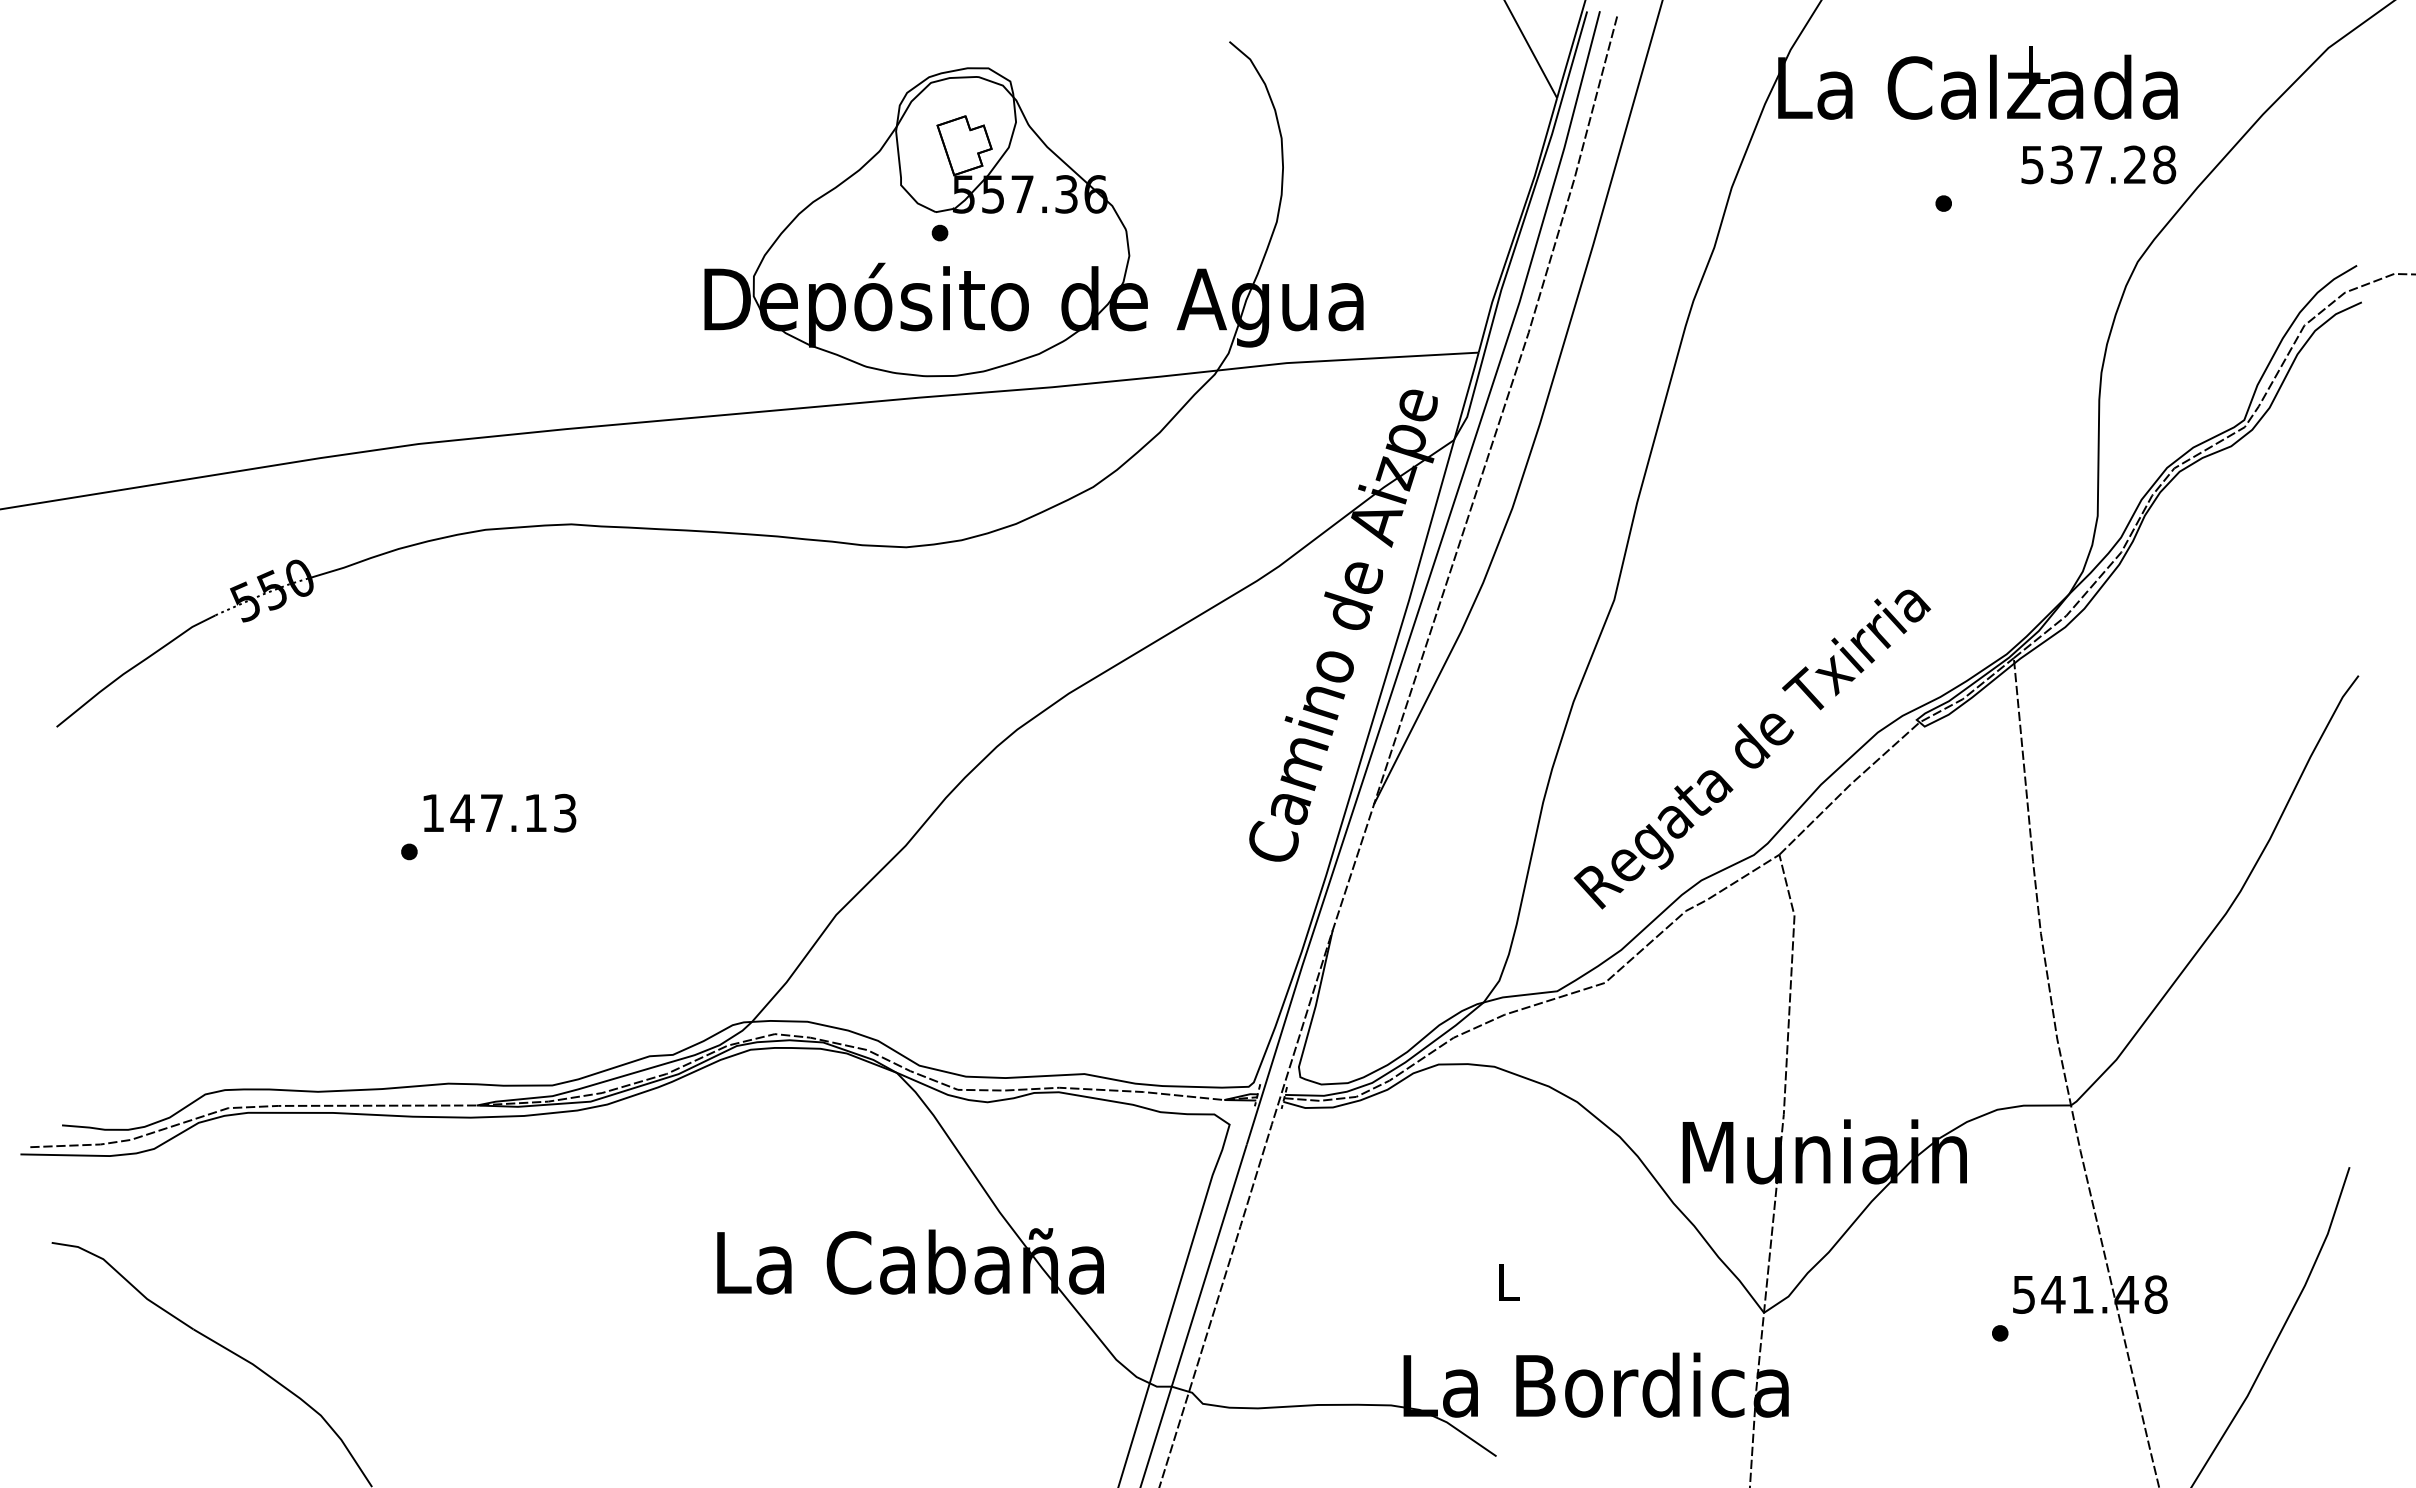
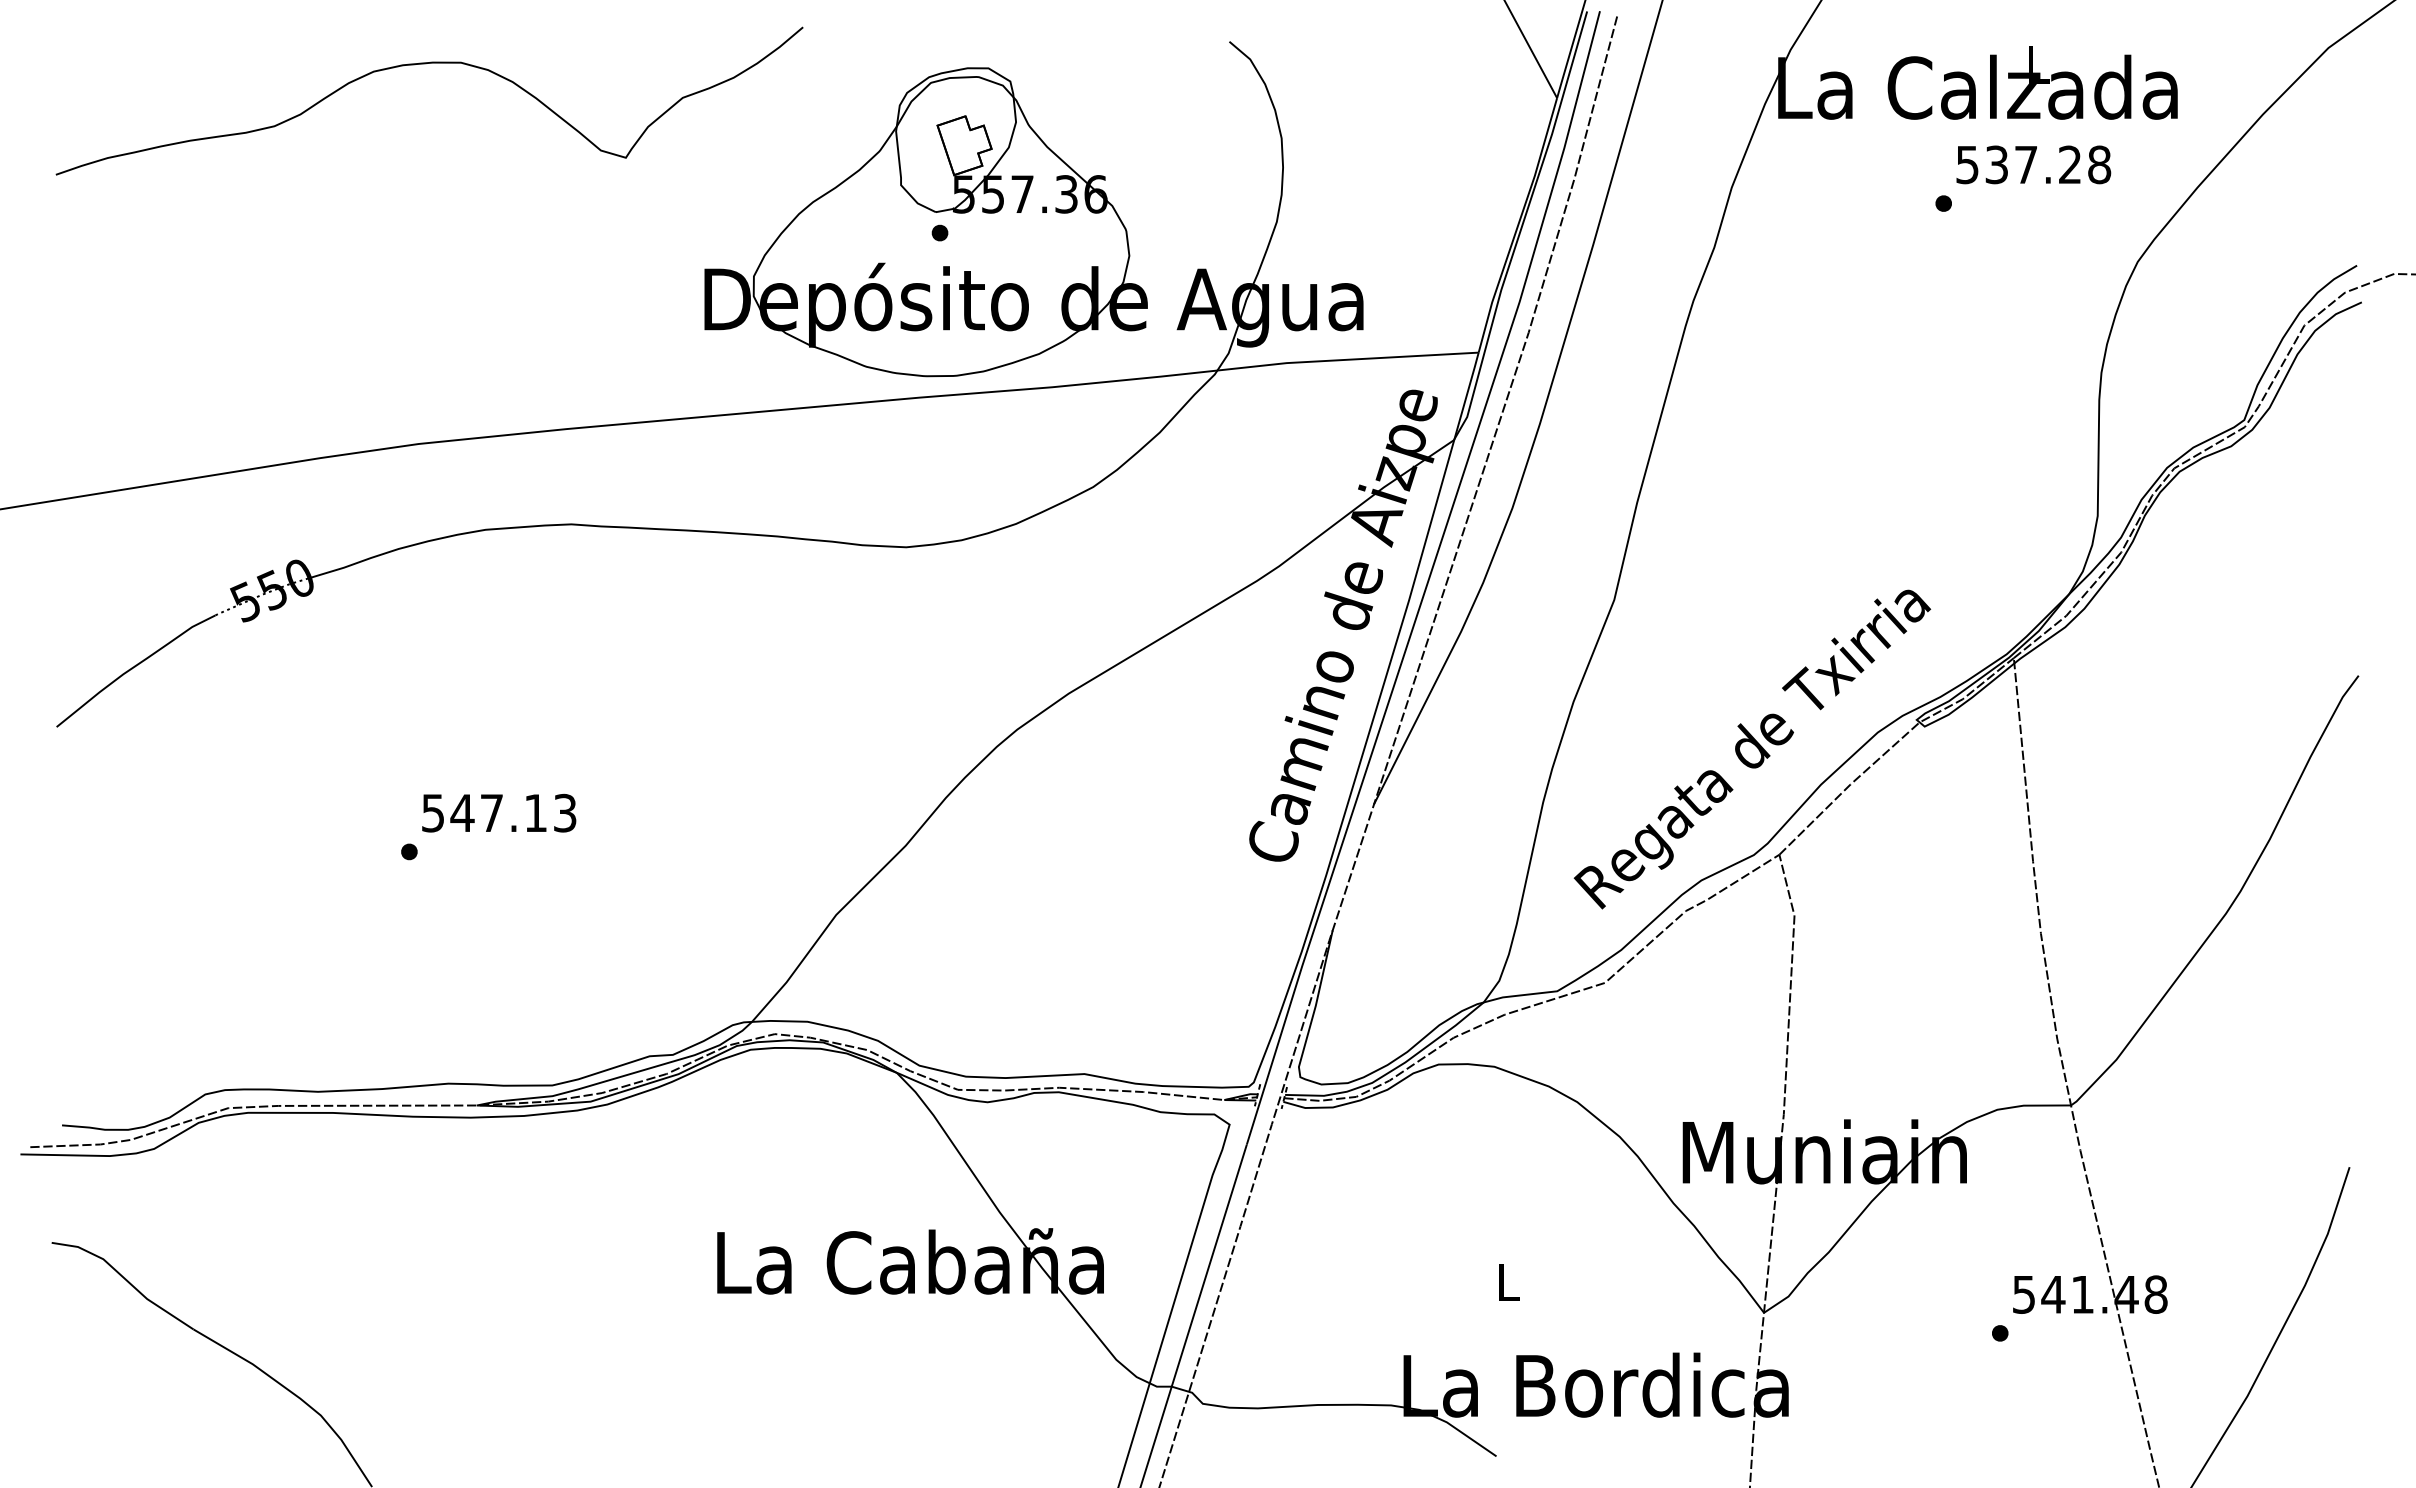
curve at (426, 64): none -> present
text at (2098, 164) position: (2098, 164) -> (2033, 164)
text at (432, 813): 147.13 -> 547.13
